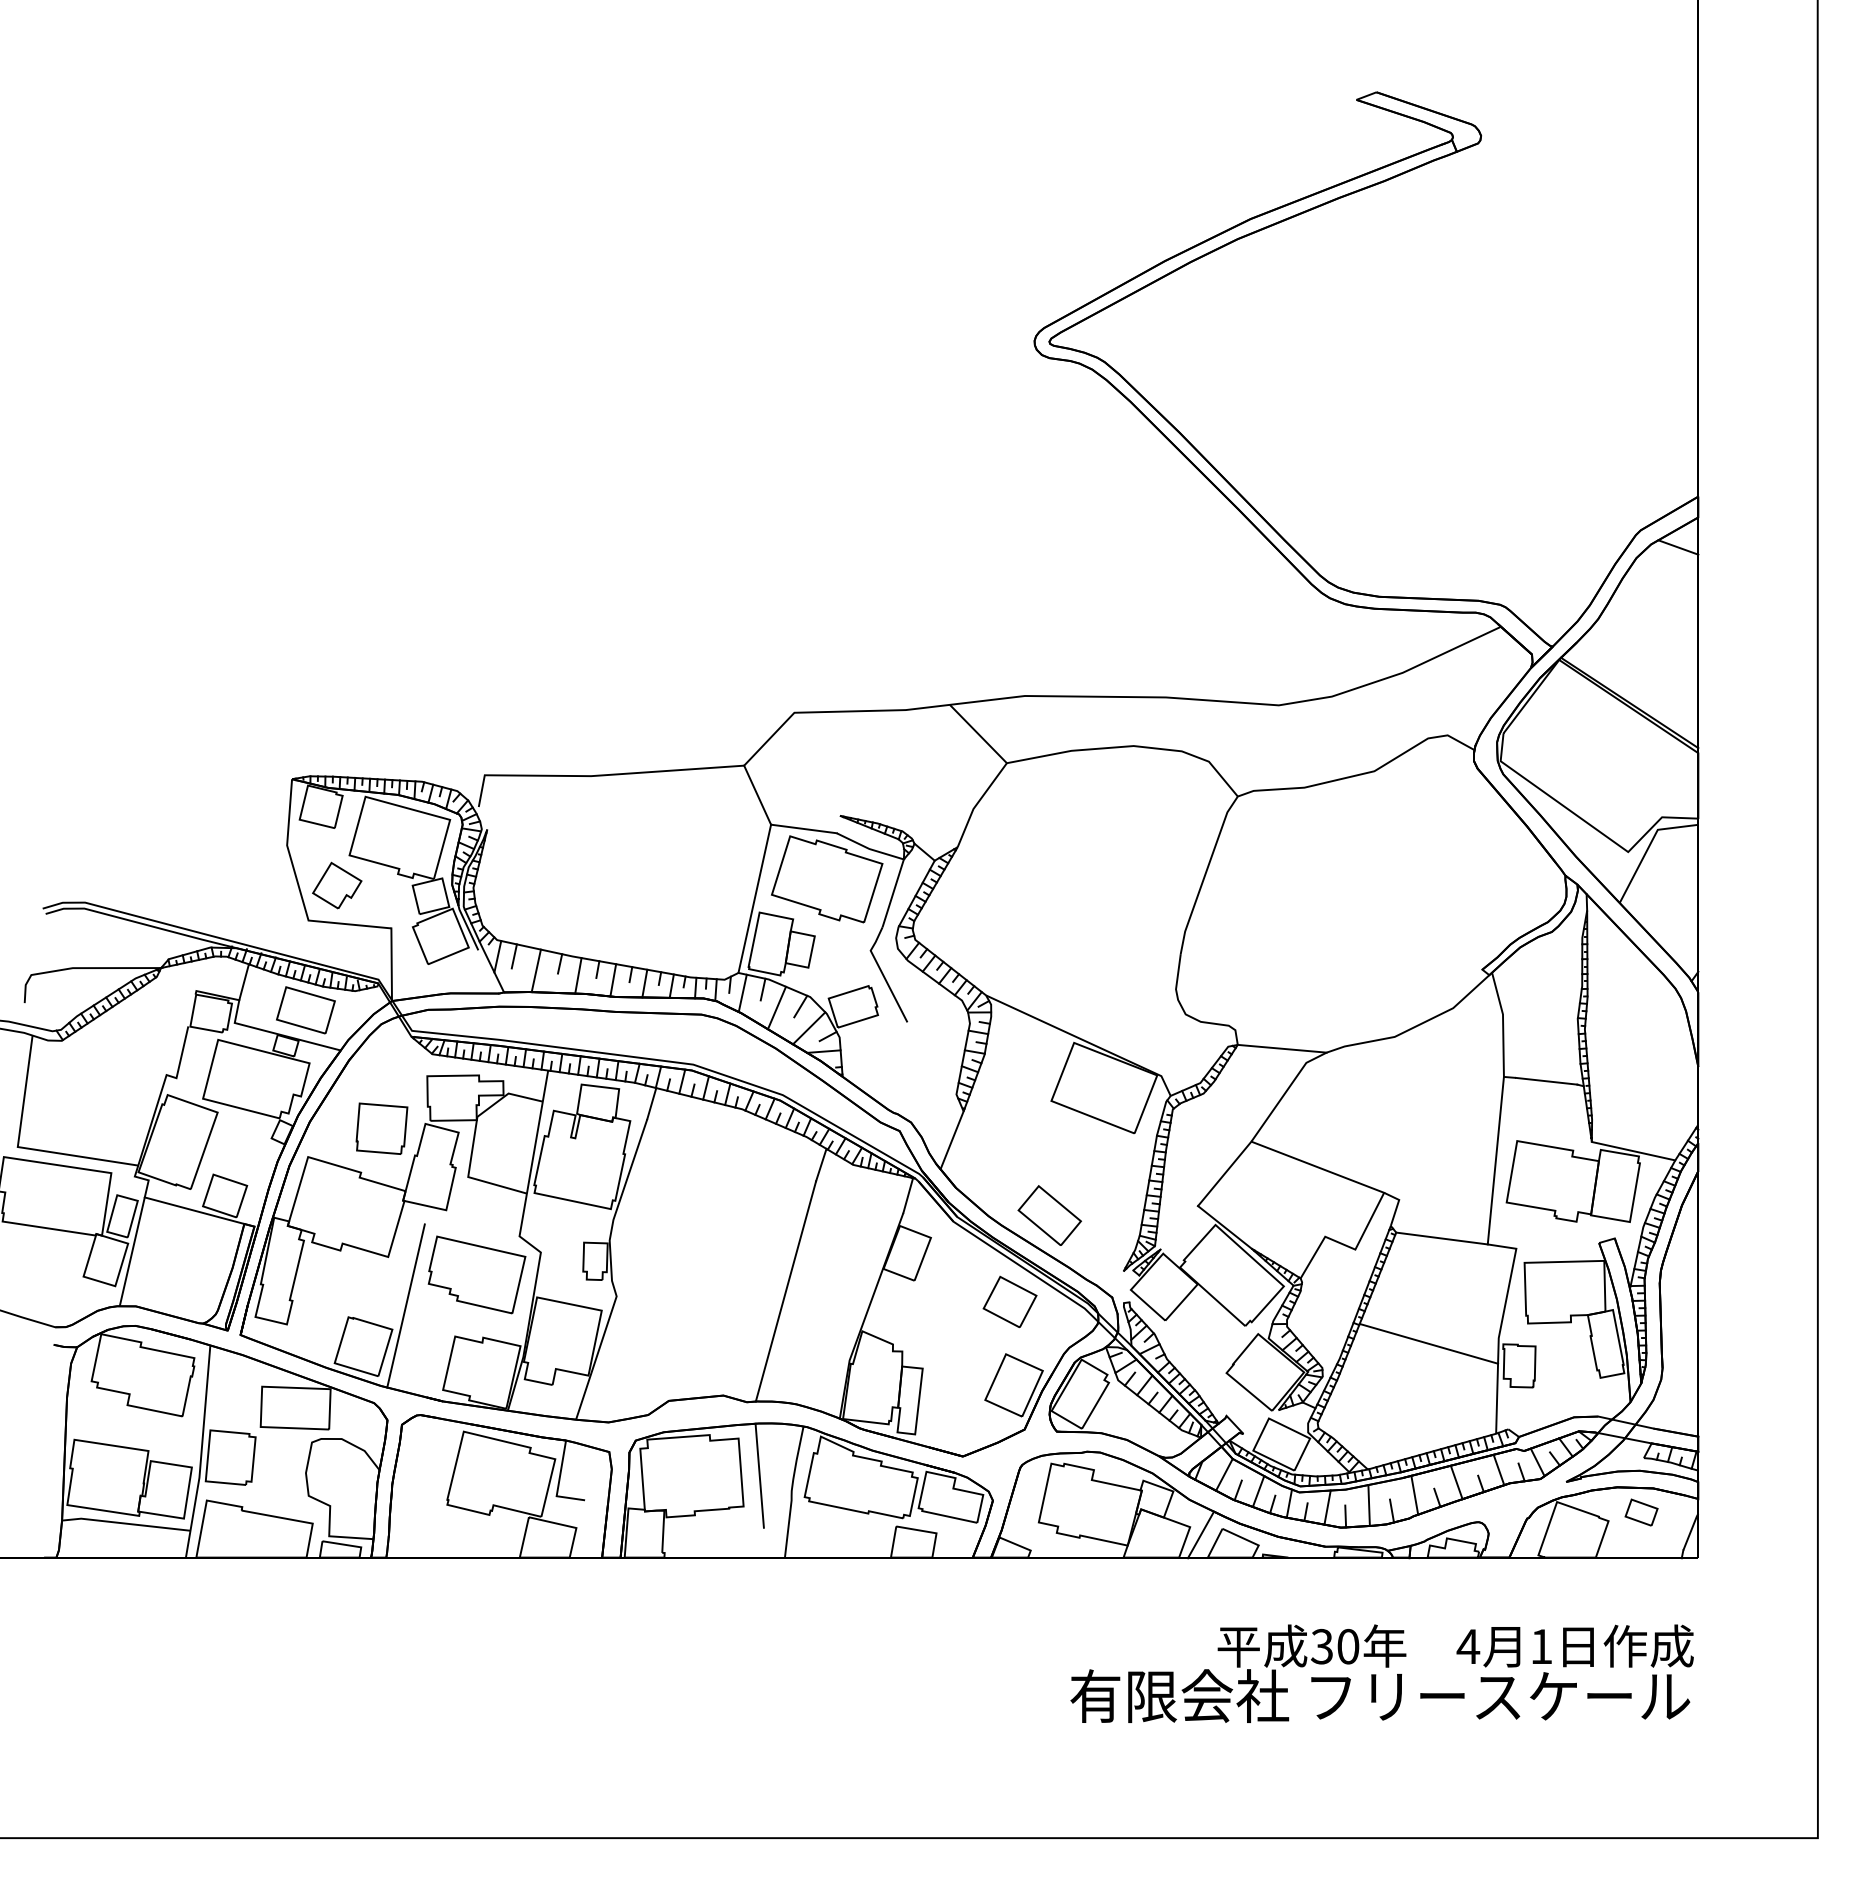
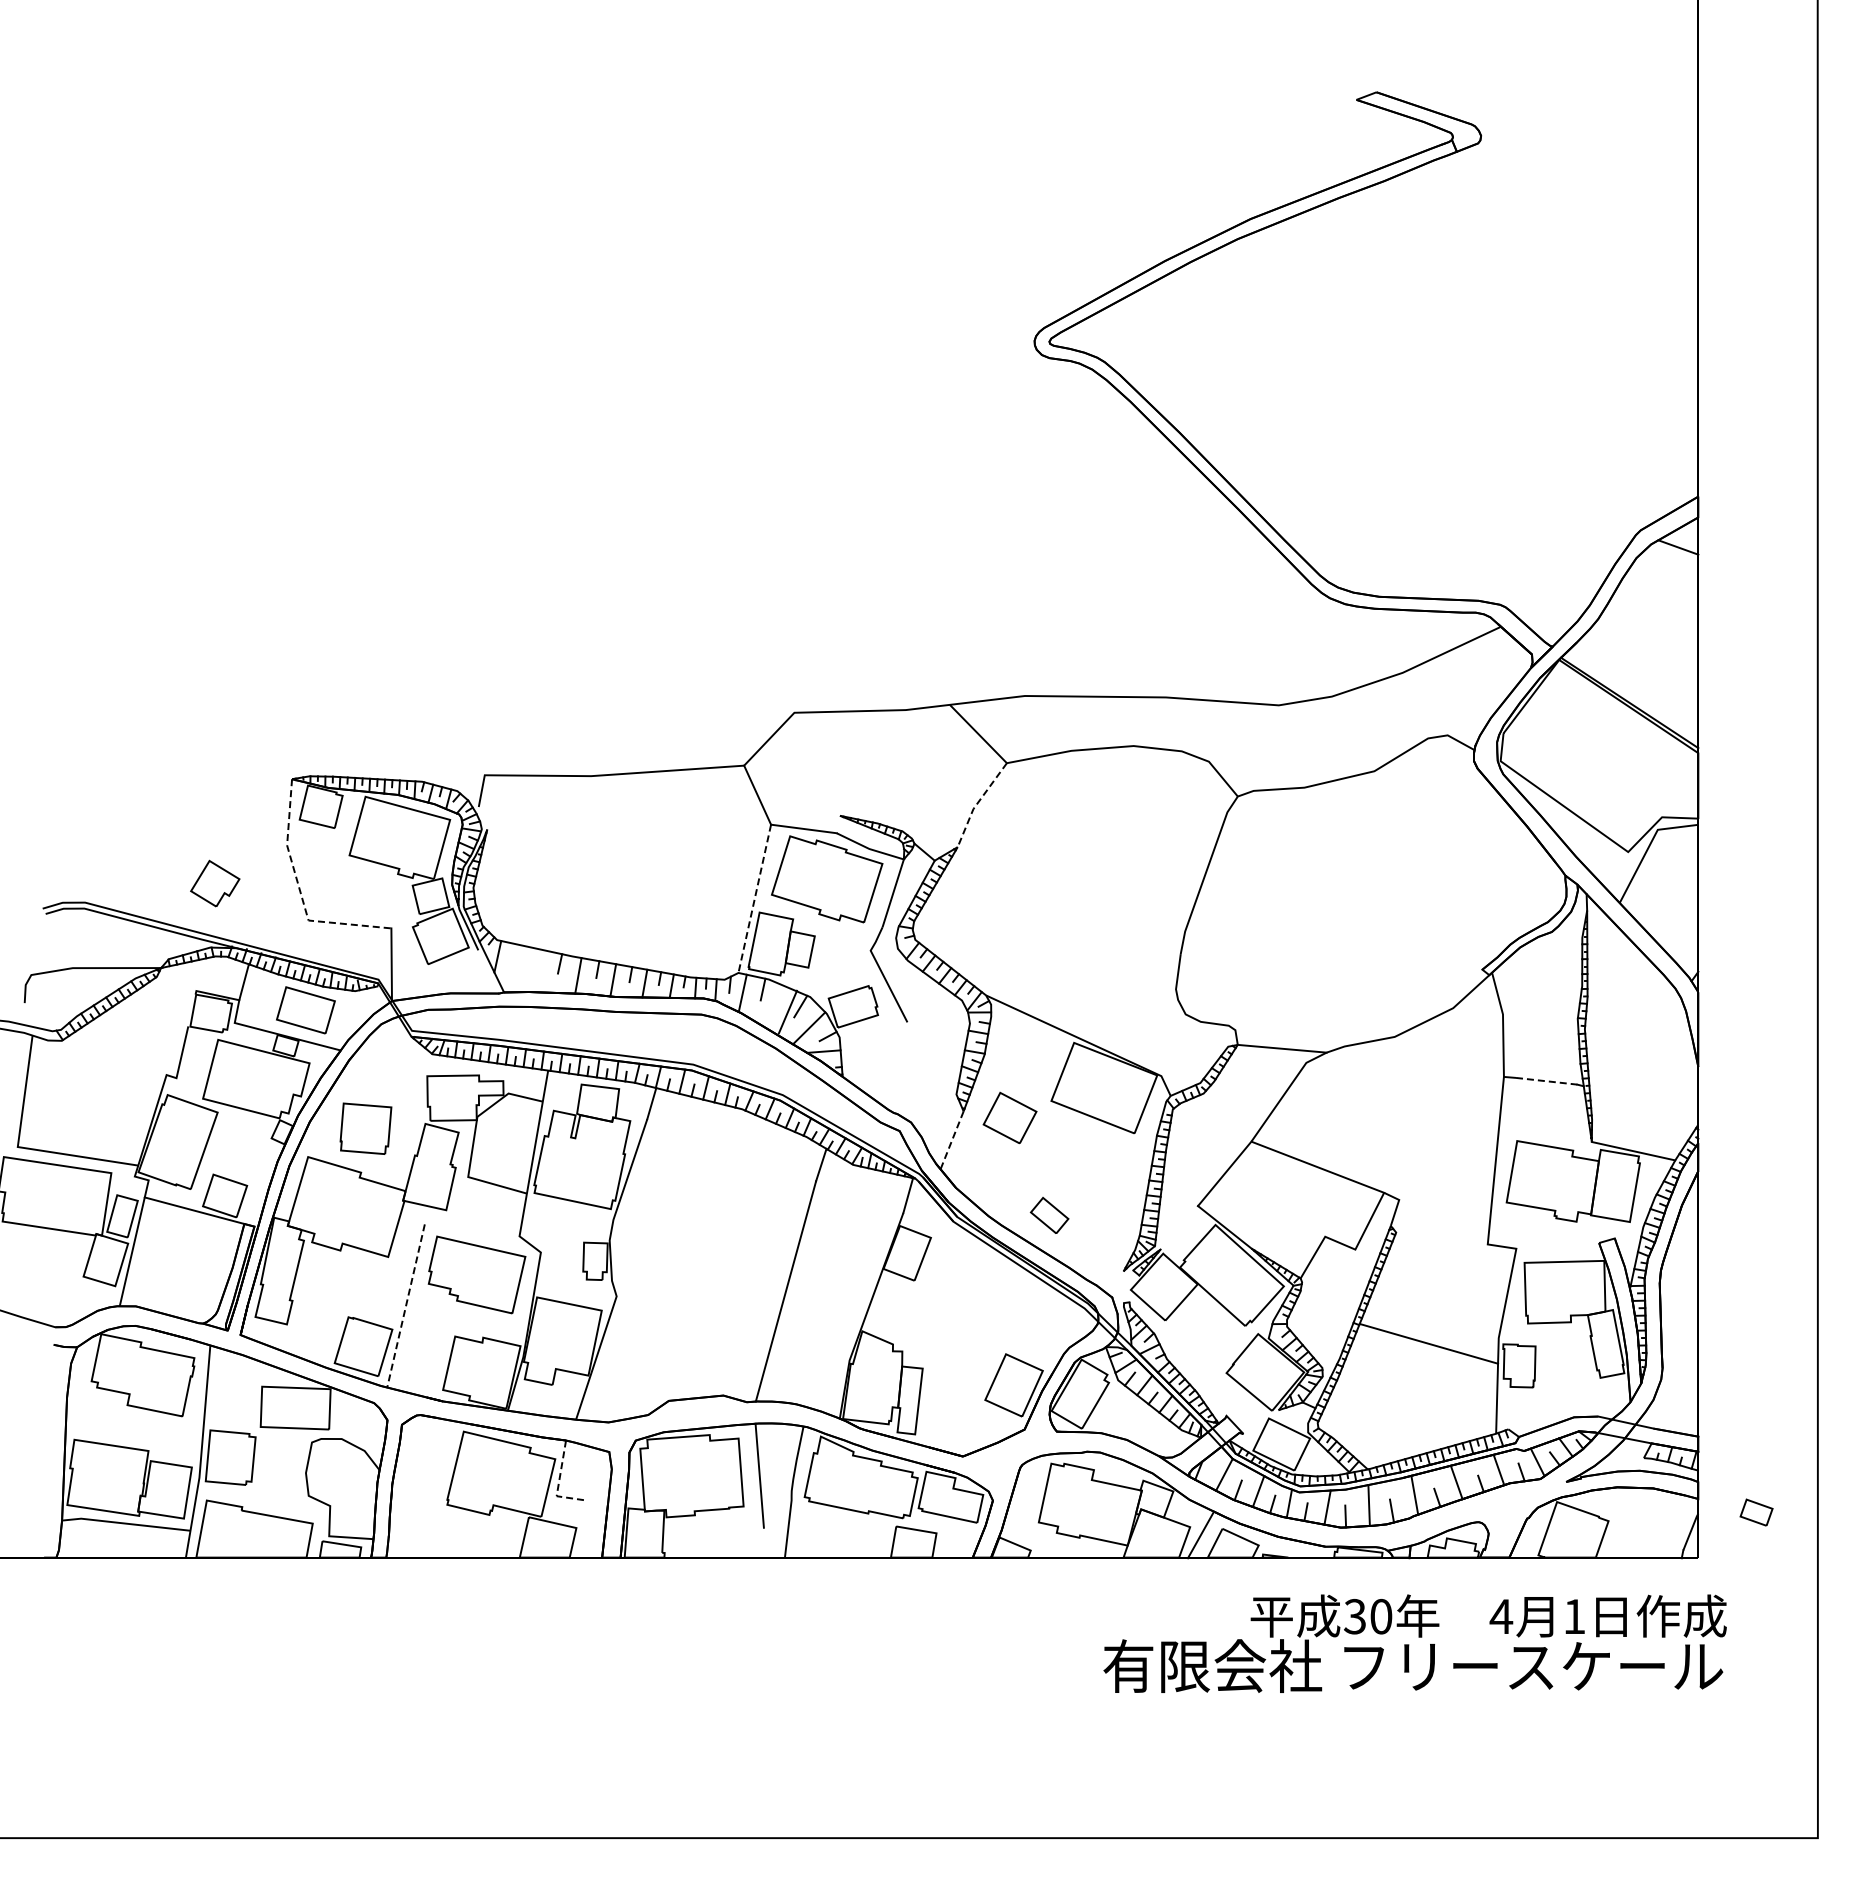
line at (977, 803): solid -> dashed
part at (337, 885) position: (337, 885) -> (215, 883)
line at (300, 891): solid -> dashed
line at (754, 898): solid -> dashed
line at (513, 956): present -> none
line at (535, 970): present -> none
line at (776, 1007) position: (776, 1007) -> (787, 1011)
line at (1546, 1081): solid -> dashed
part at (381, 1128) position: (381, 1128) -> (365, 1128)
line at (951, 1140): solid -> dashed
part at (1049, 1215) size: 65x61 px -> 41x37 px
line at (1441, 1238): present -> none
part at (1009, 1301) position: (1009, 1301) -> (1009, 1117)
line at (406, 1305): solid -> dashed
line at (558, 1483): solid -> dashed
part at (1641, 1512) position: (1641, 1512) -> (1756, 1512)
text at (1381, 1673) position: (1381, 1673) -> (1414, 1643)
